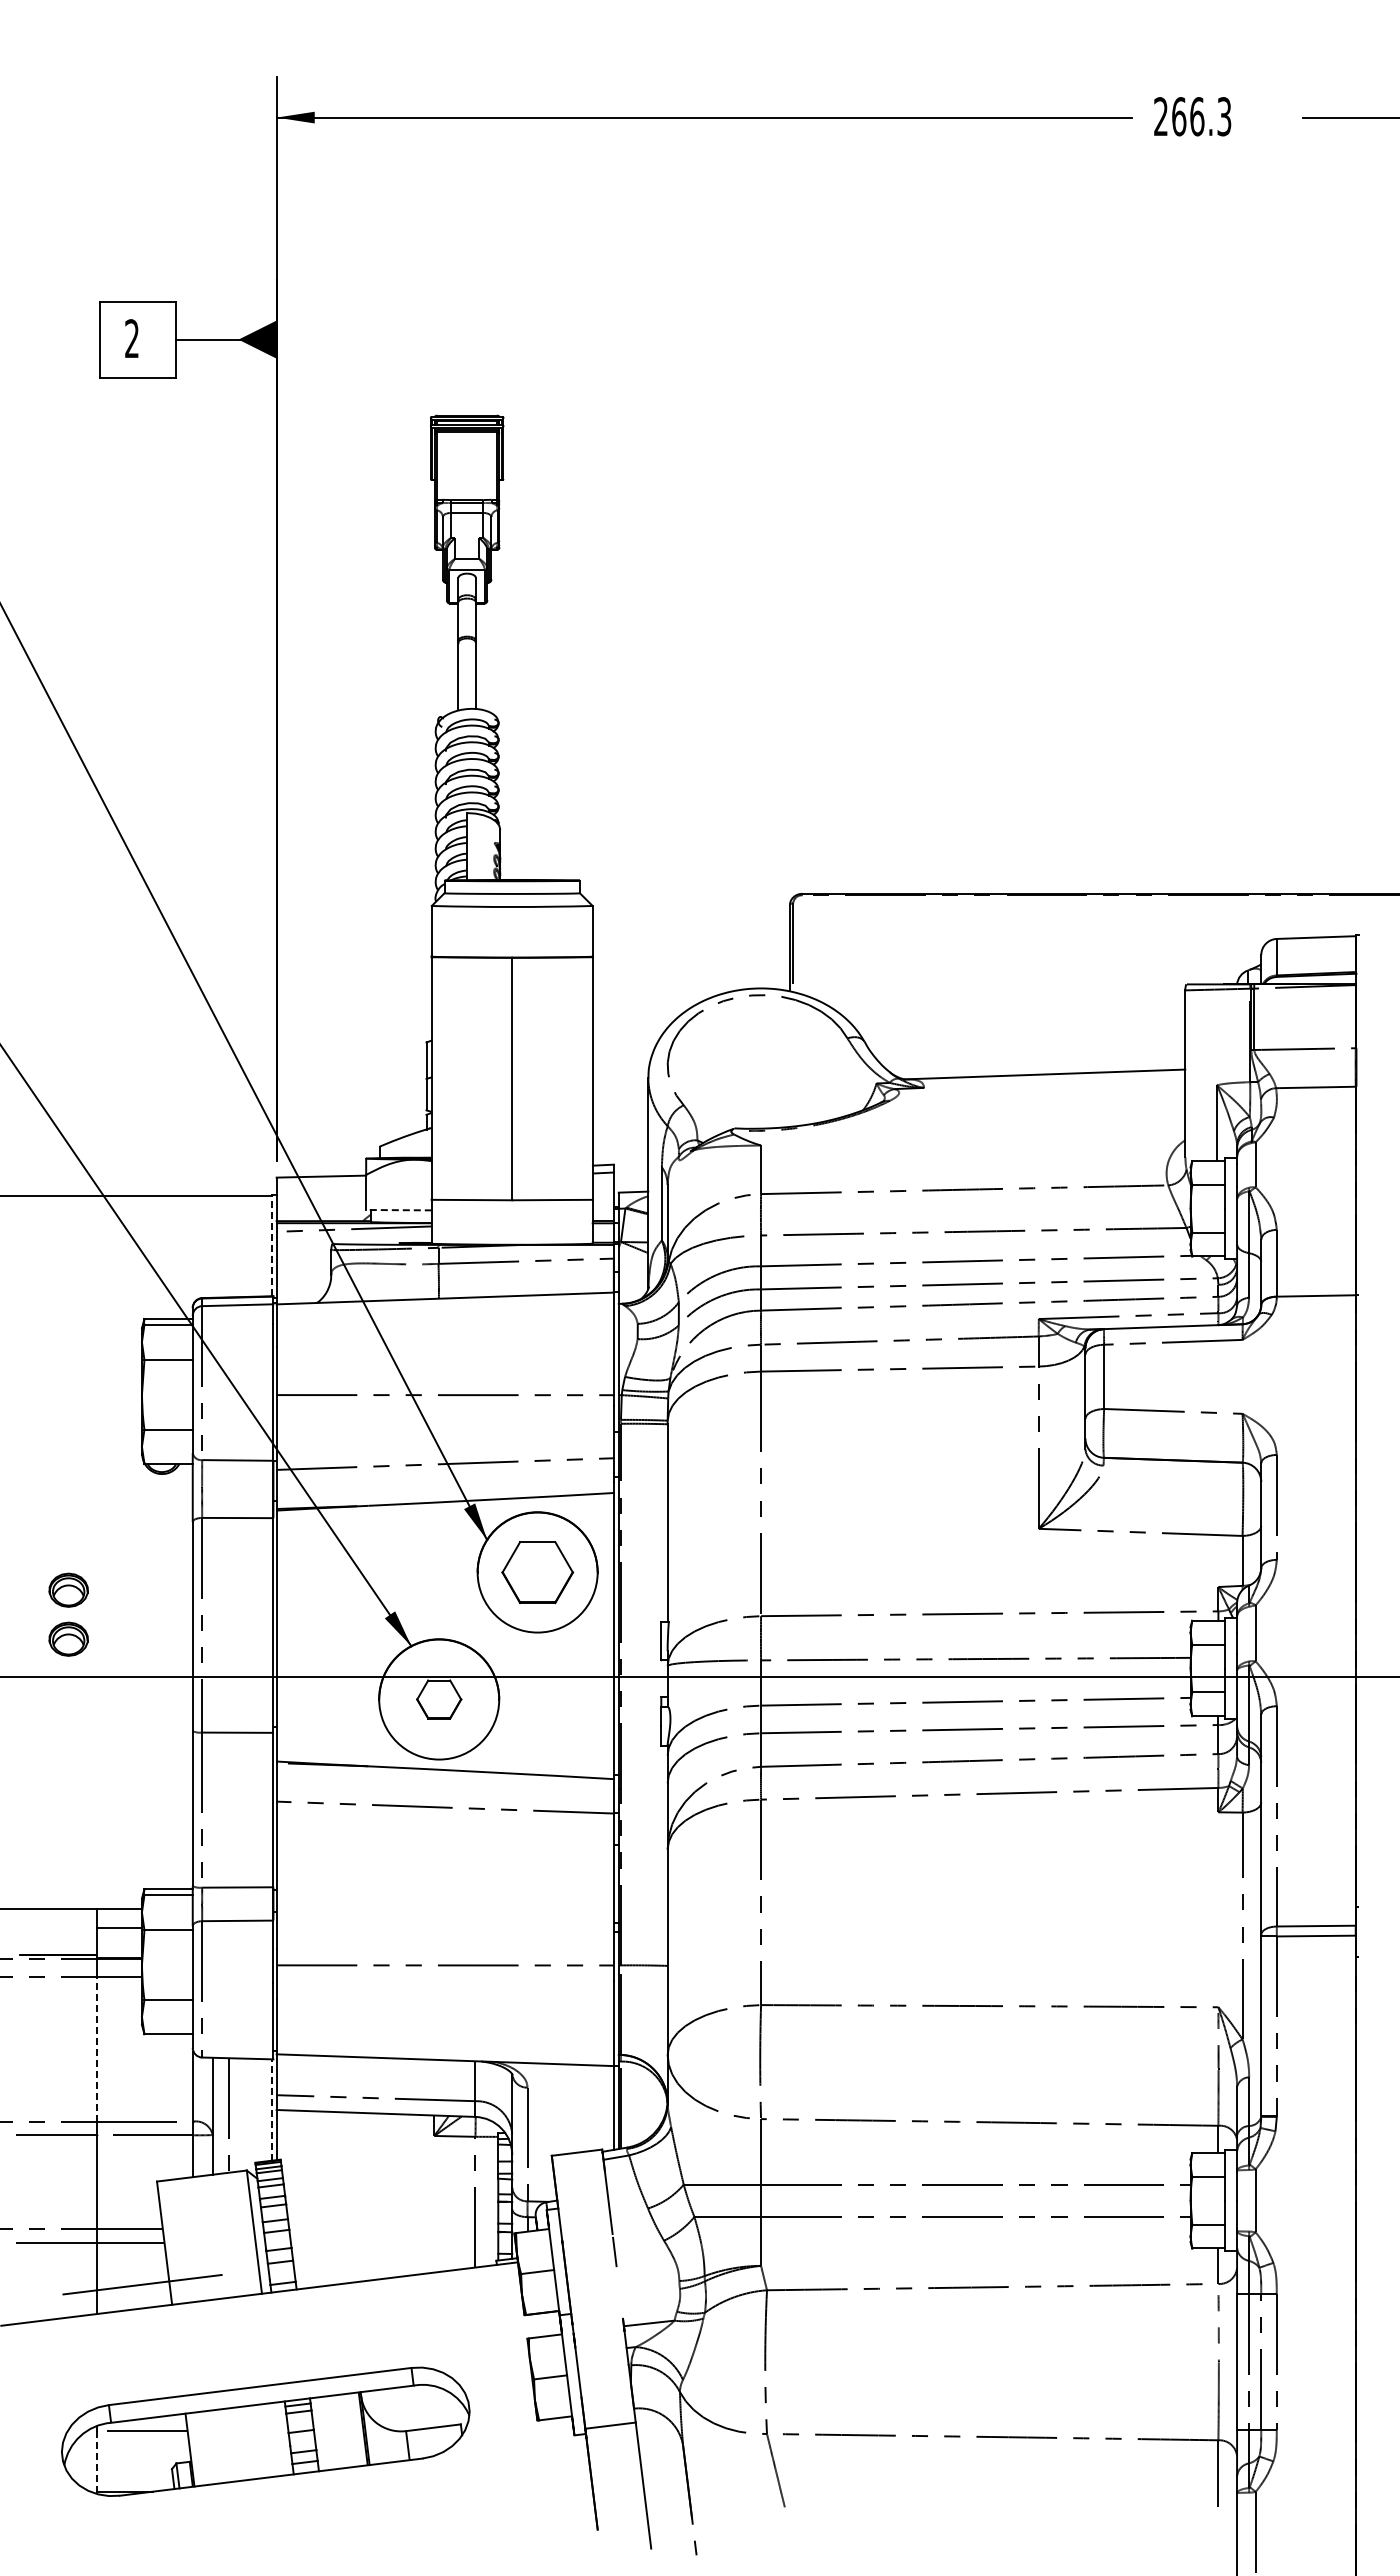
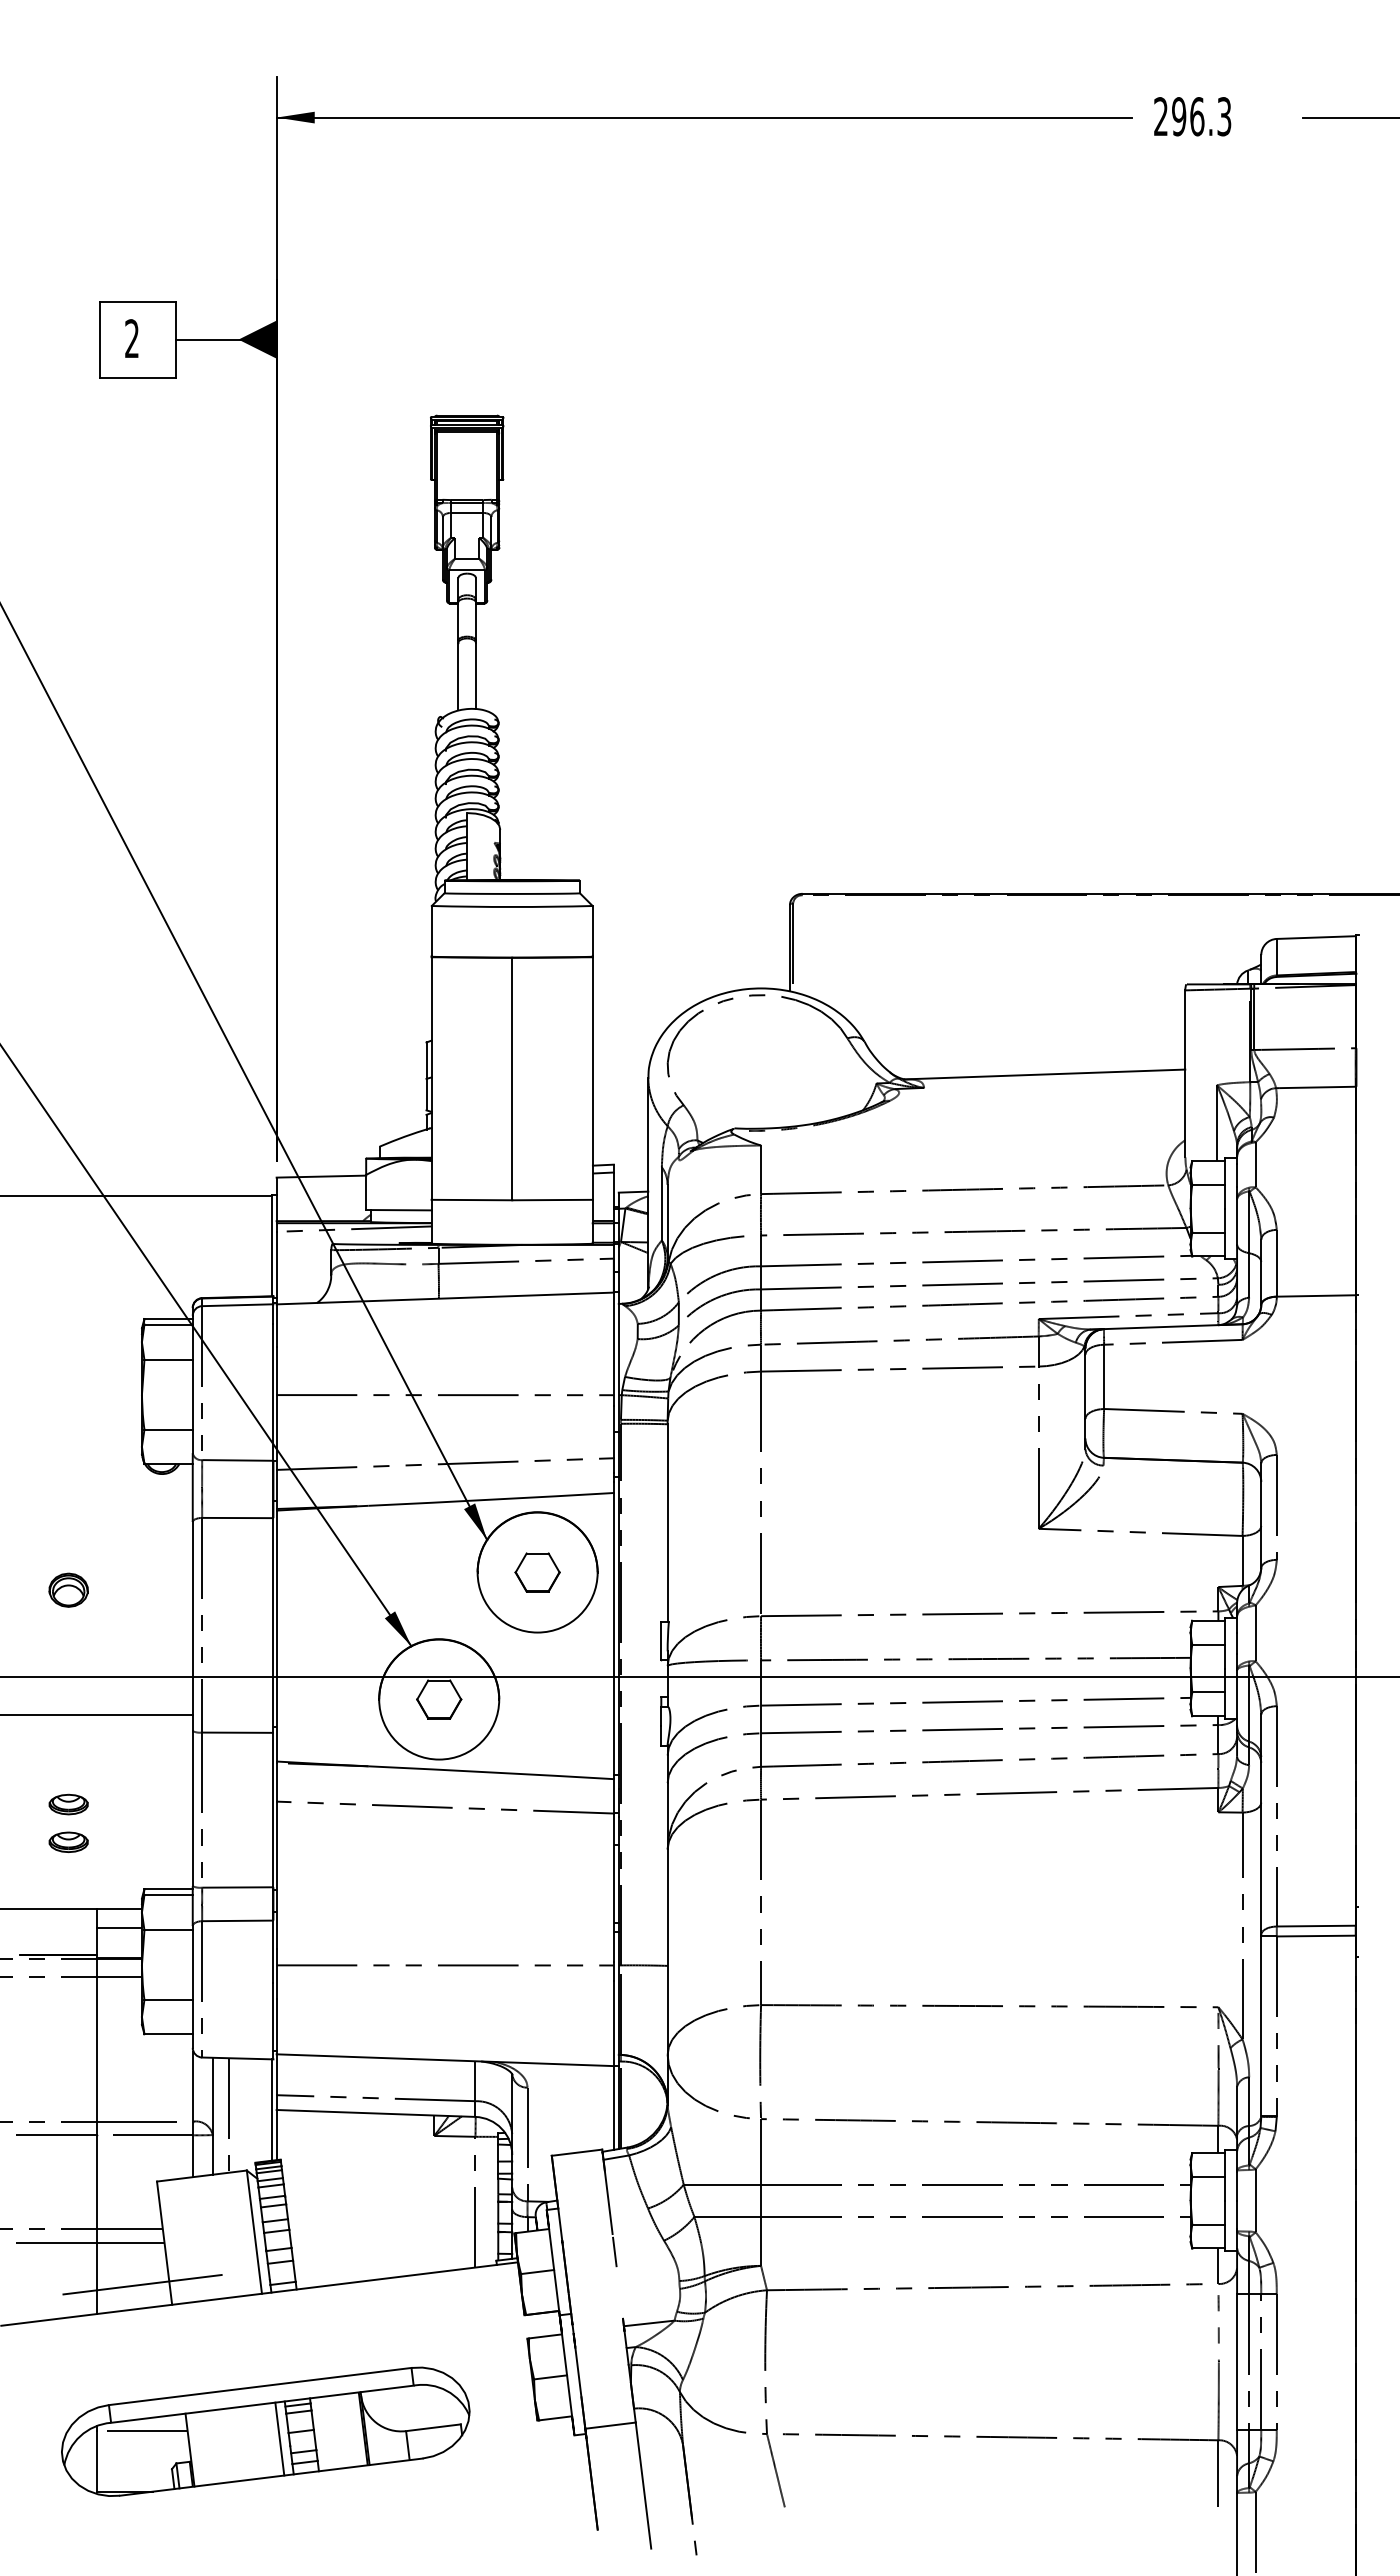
text at (1179, 116): 266.3 -> 296.3
line at (399, 1210): dashed -> solid
line at (271, 1245): dashed -> solid
part at (537, 1572) size: 74x64 px -> 47x41 px
part at (68, 1638): present -> none
line at (97, 1715): none -> present
part at (68, 1804): none -> present
part at (68, 1841): none -> present
line at (96, 2048): dashed -> solid
line at (272, 2110): dashed -> solid
line at (279, 2438): none -> present
line at (96, 2461): dashed -> solid
